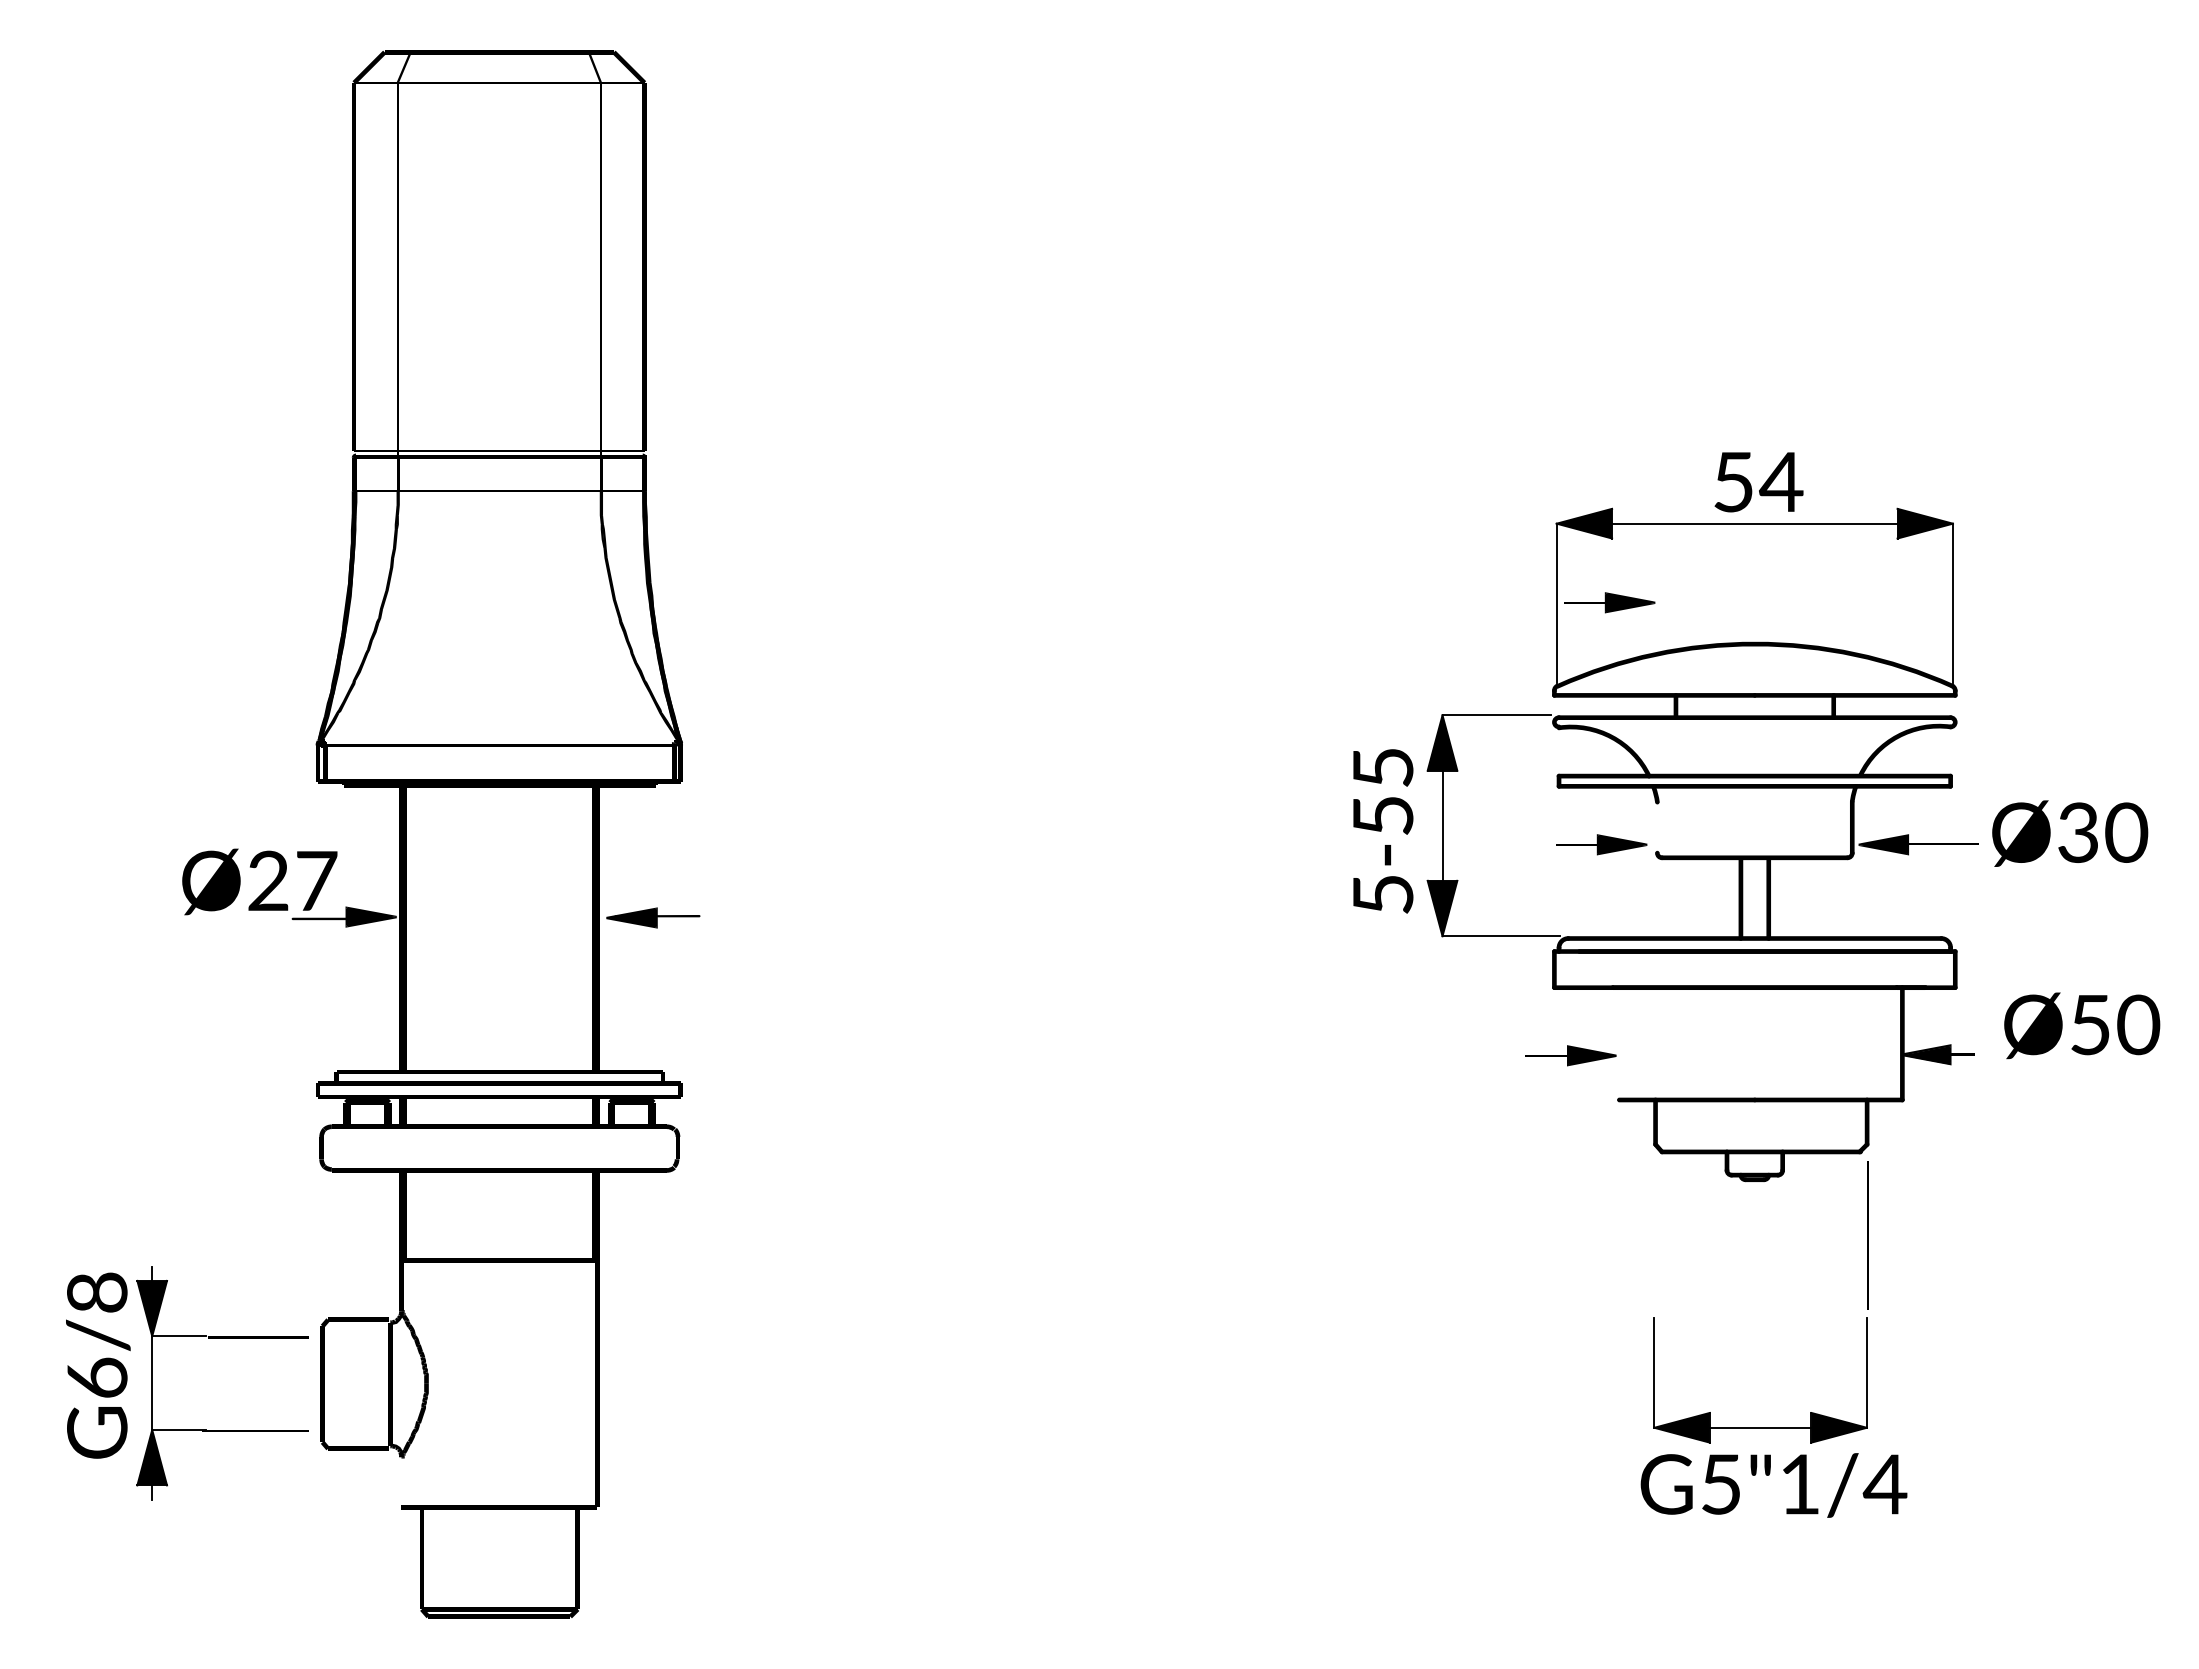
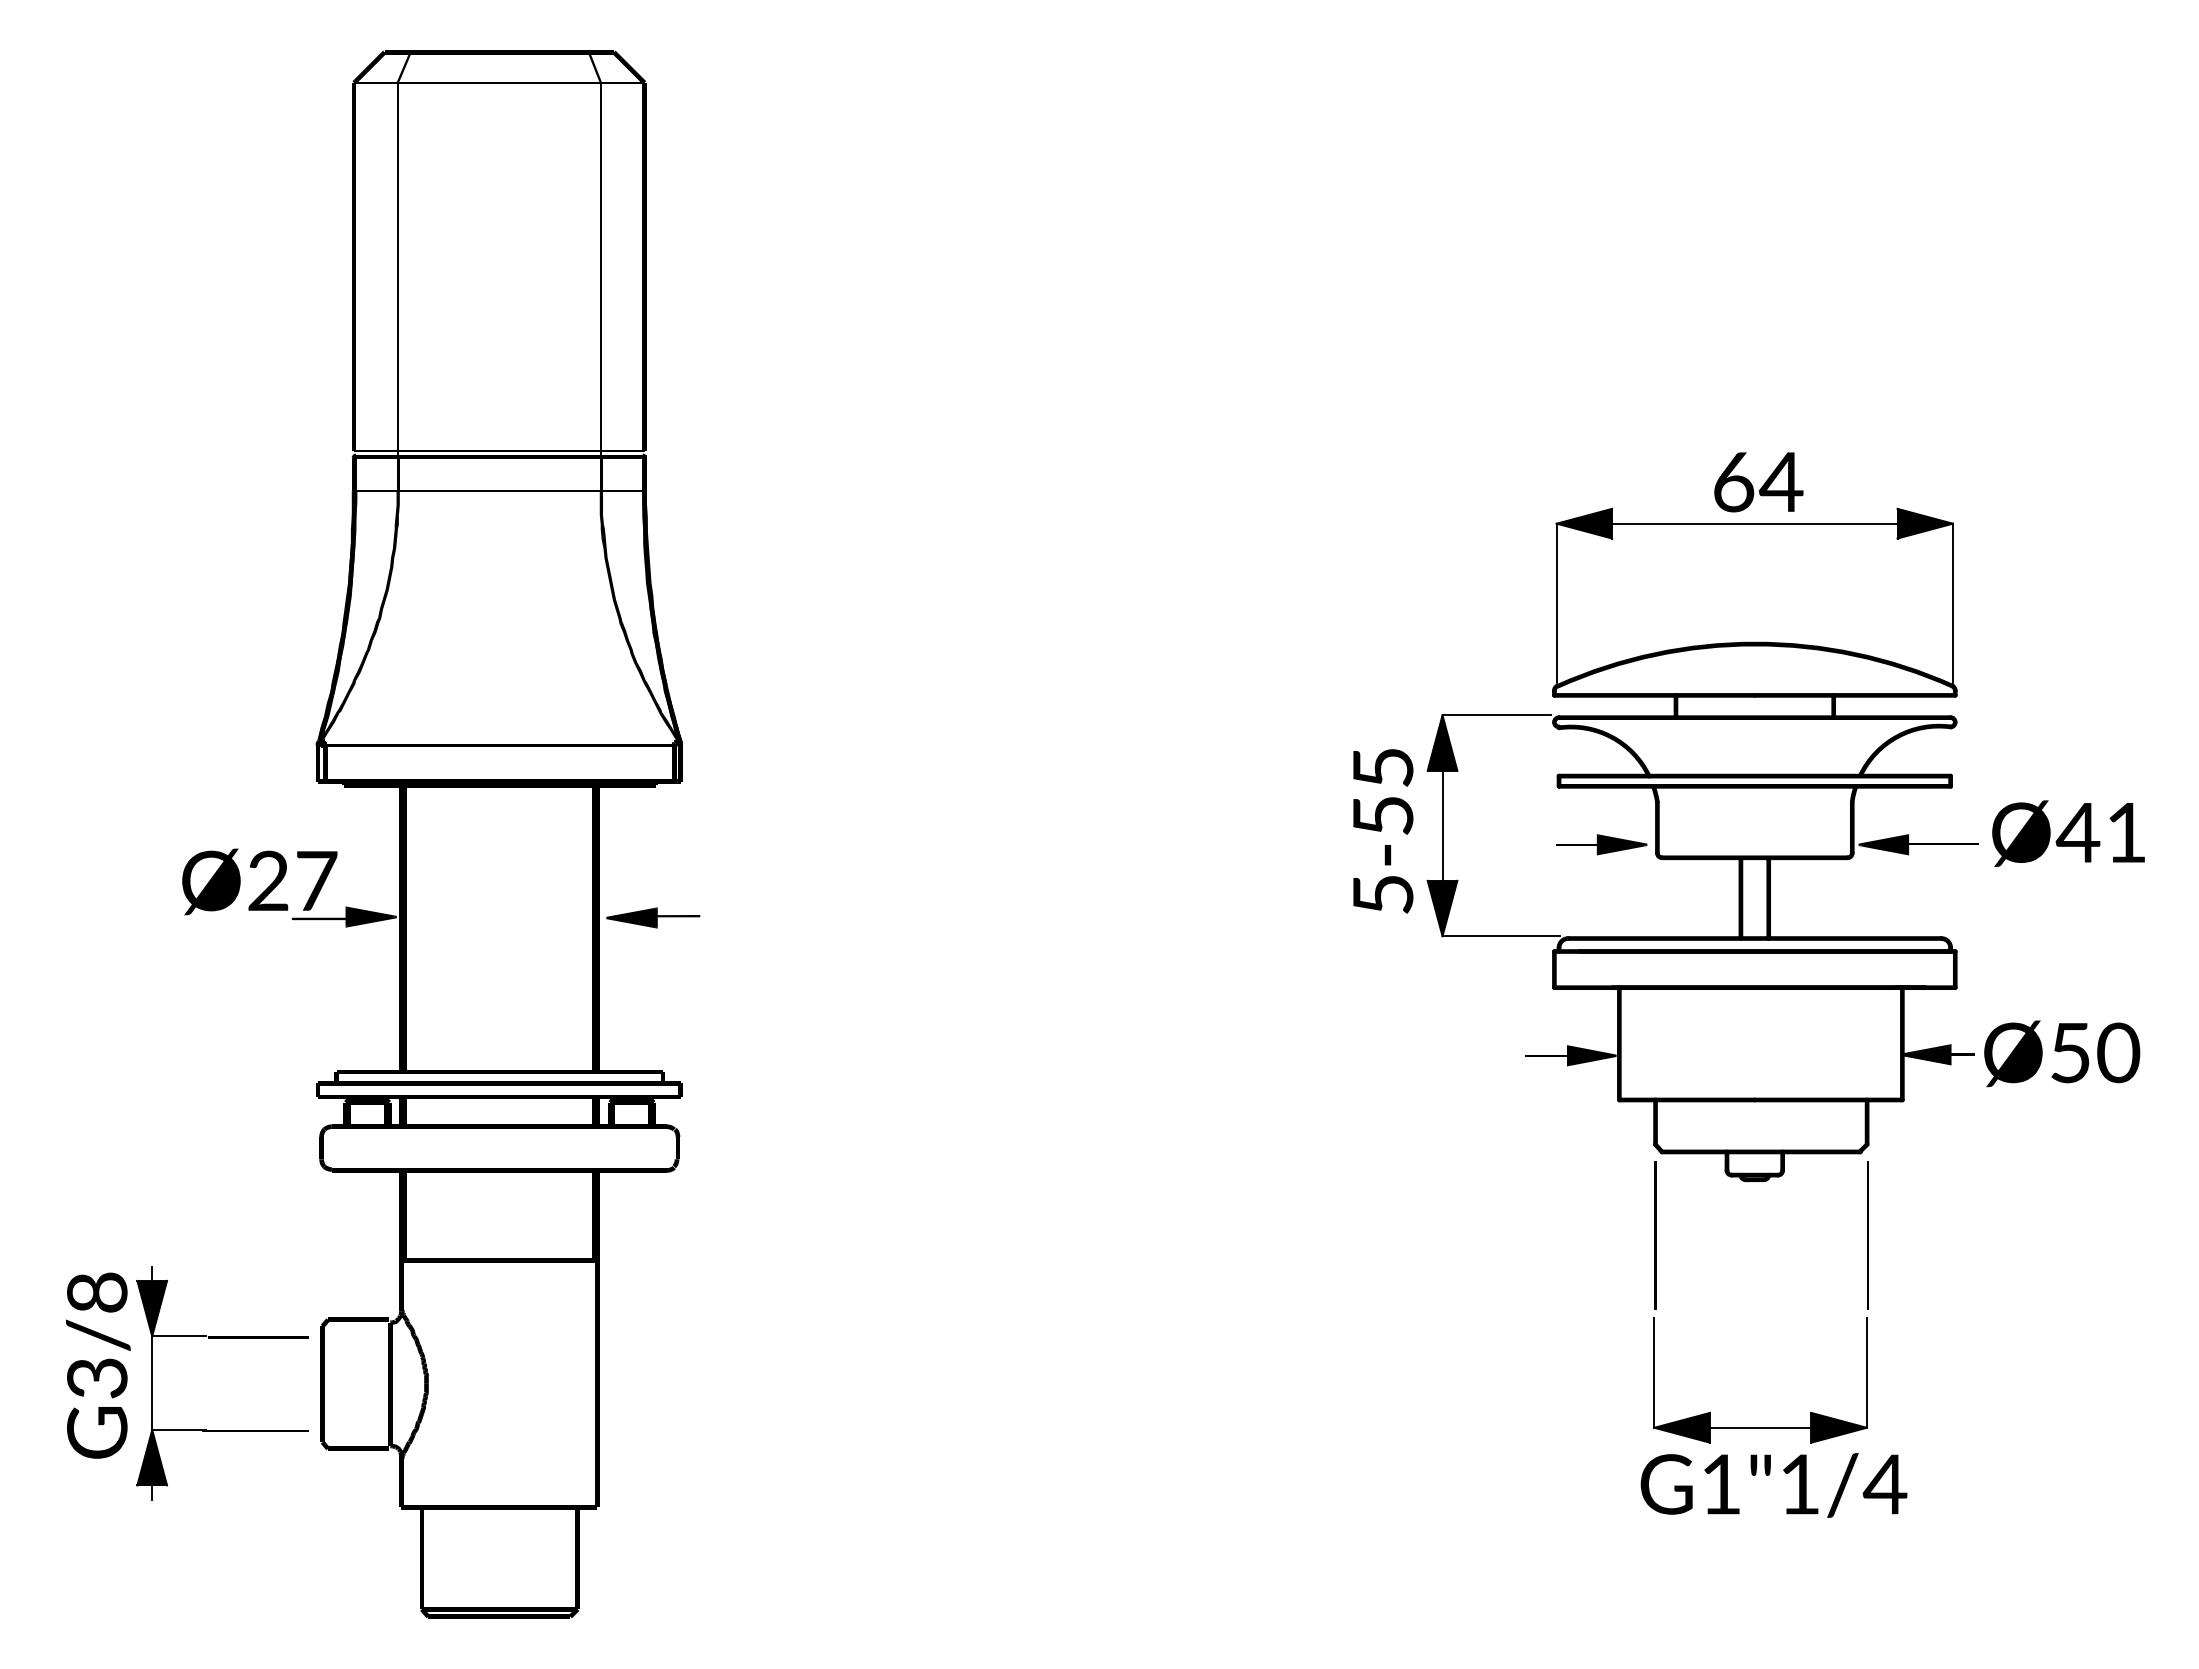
text at (1734, 482): 54 -> 64
part at (1609, 602): present -> none
fill at (1657, 827): none -> present
text at (2101, 832): Ø30 -> Ø41
text at (2082, 1025) position: (2082, 1025) -> (2062, 1053)
fill at (1619, 1043): none -> present
line at (1655, 1235): none -> present
text at (97, 1377): G6/8 -> G3/8
fill at (401, 1482): none -> present
text at (1720, 1484): G5"1/4 -> G1"1/4
